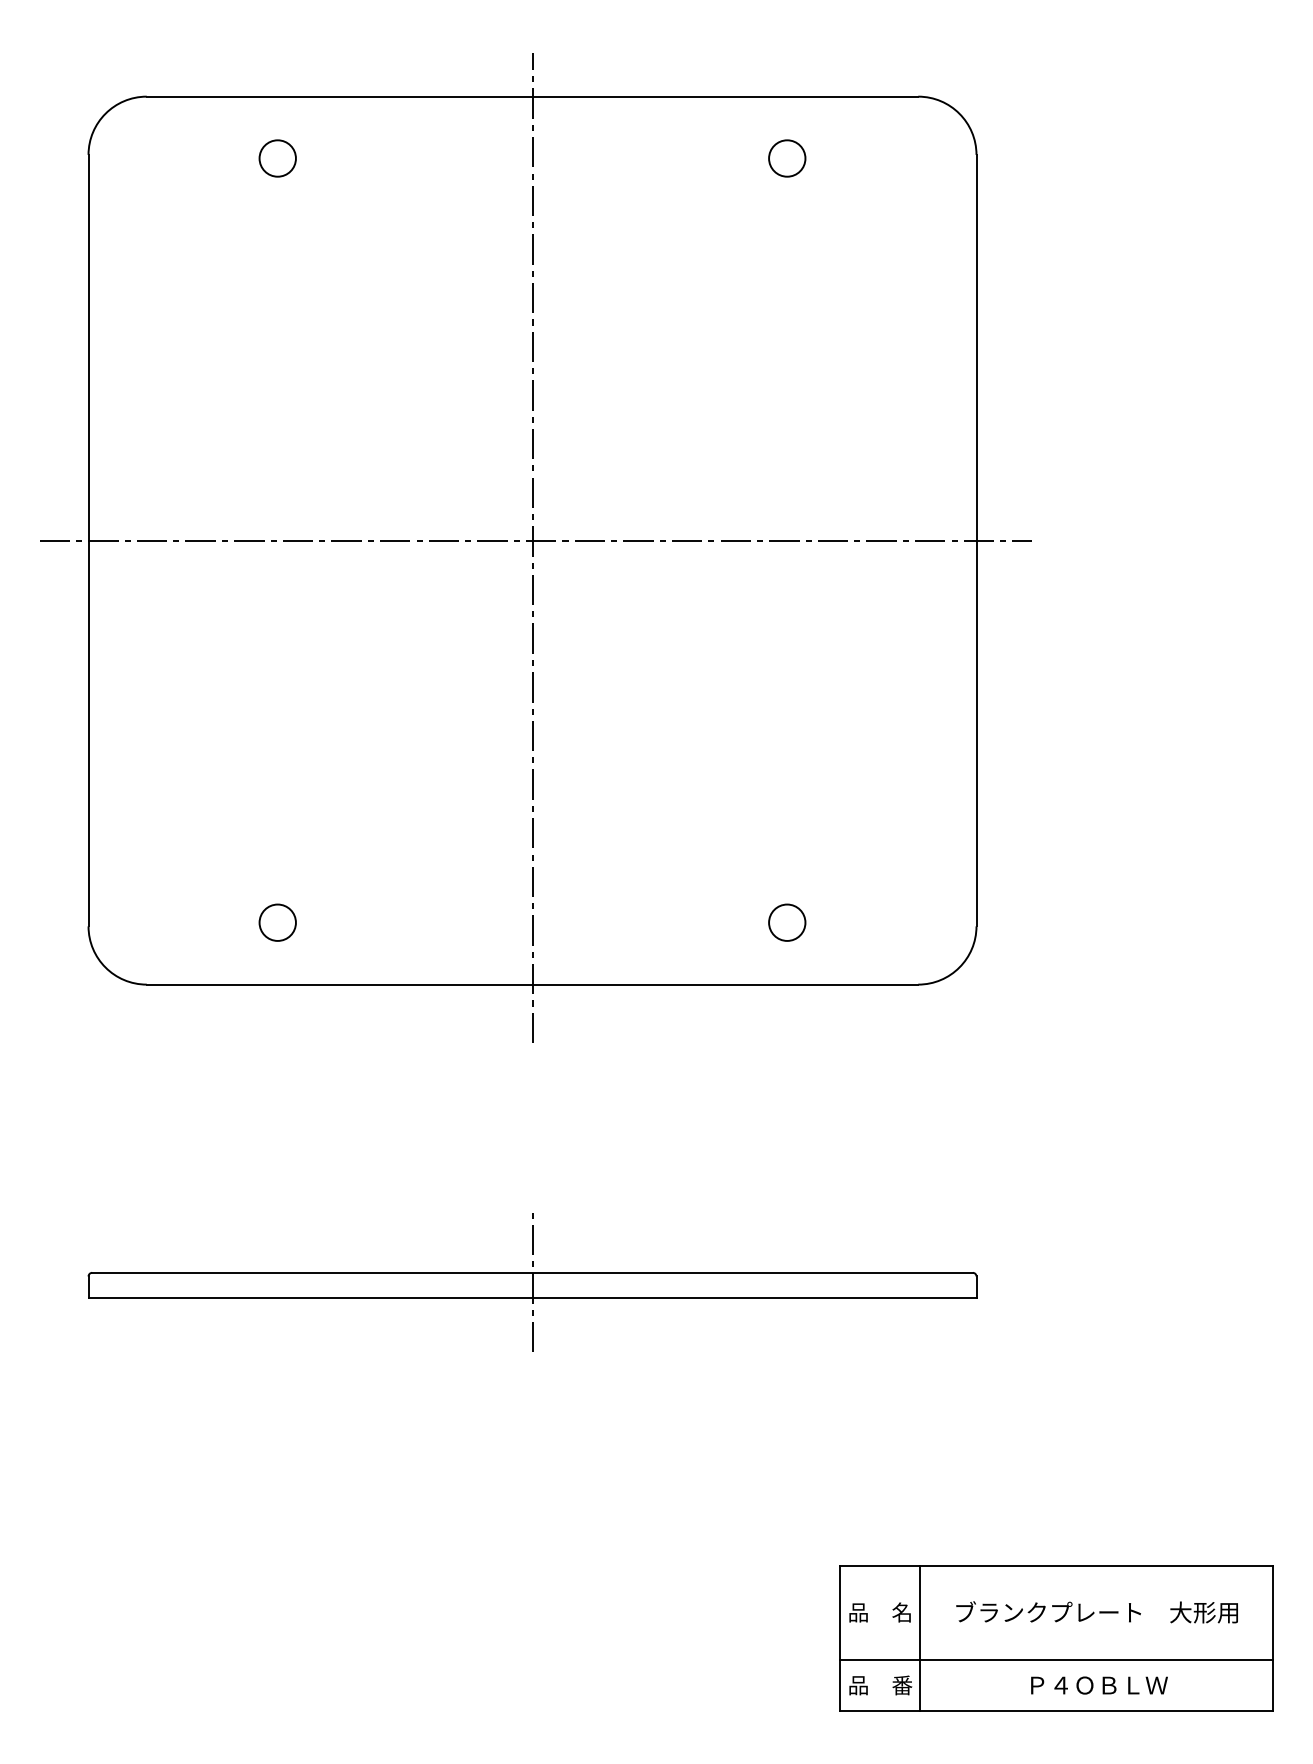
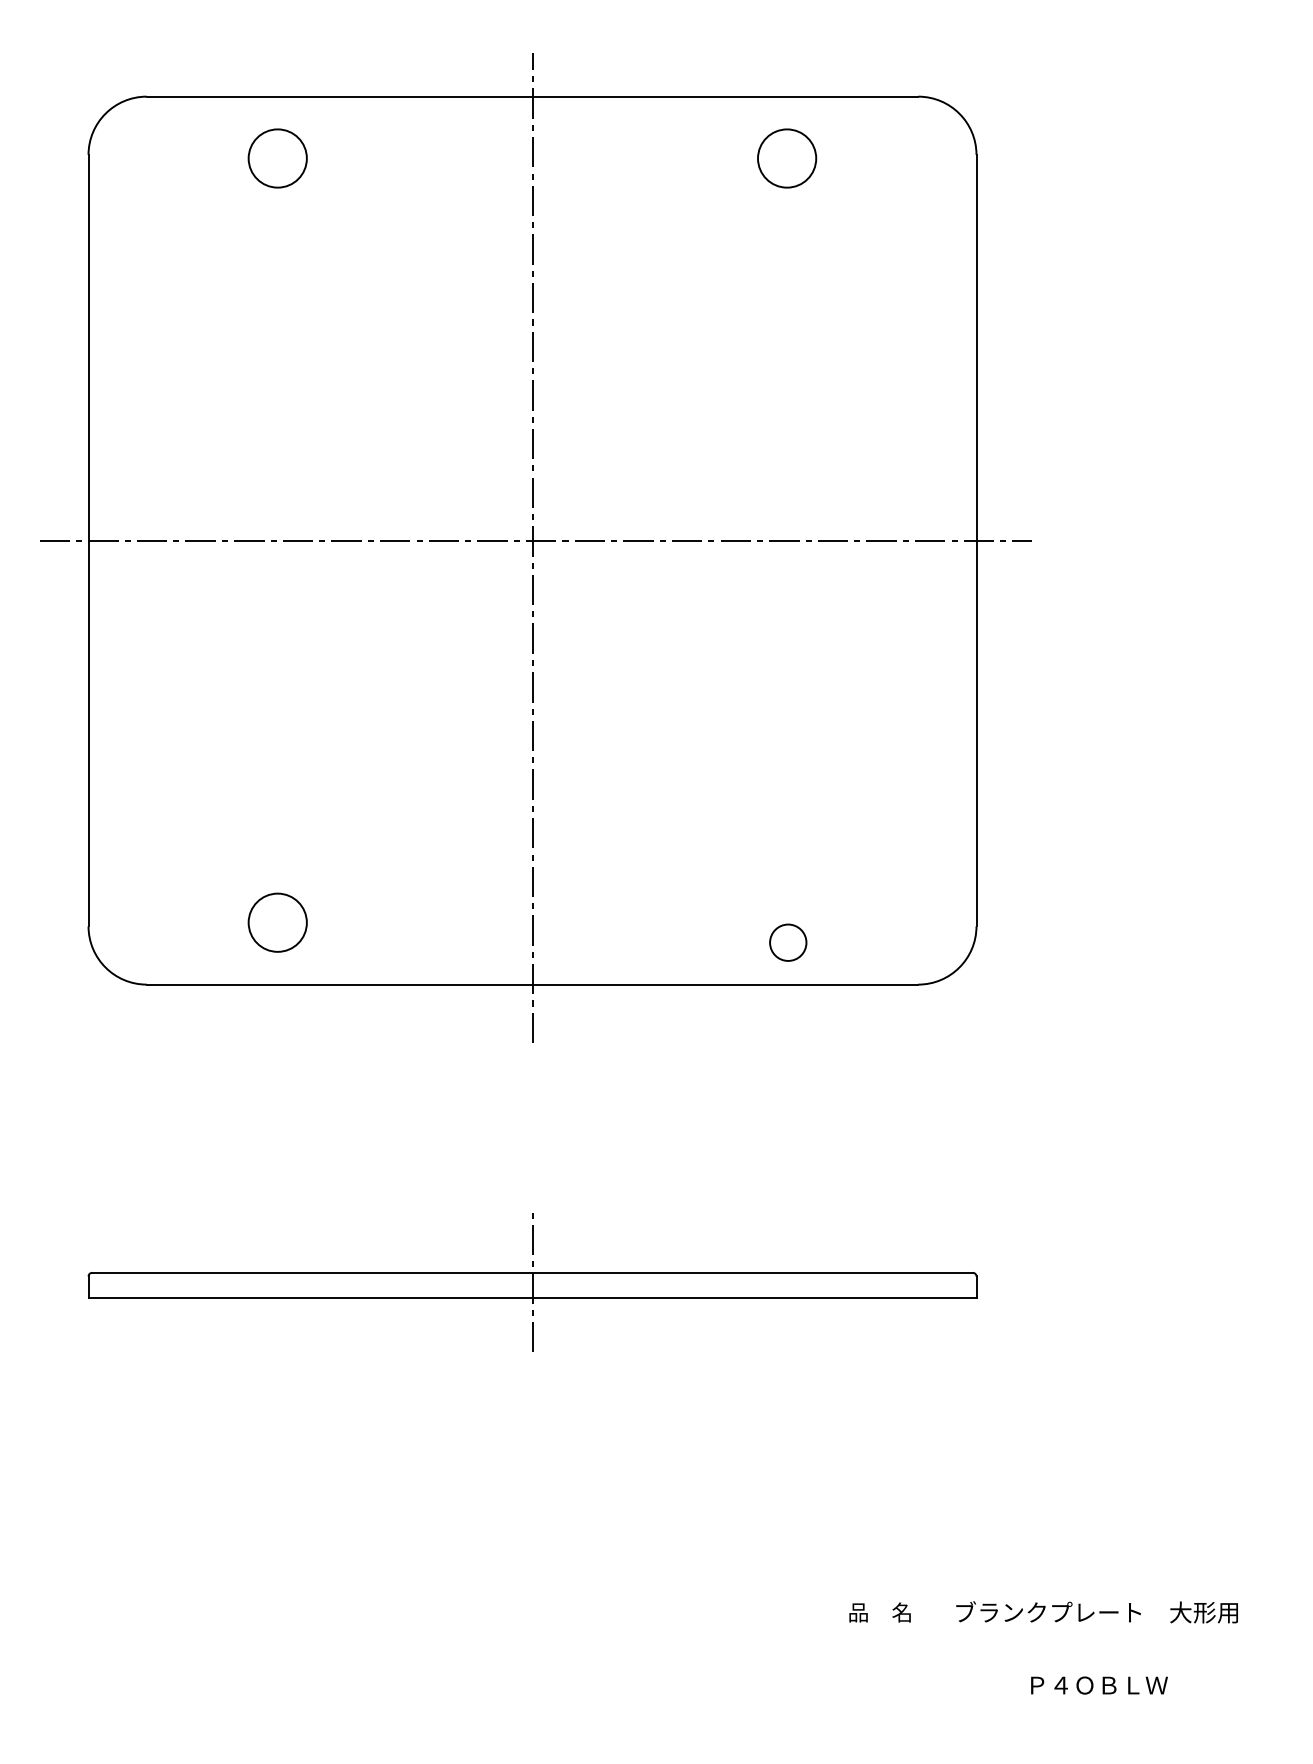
circle at (277, 158) diameter: 36 px -> 58 px
circle at (787, 158) size: 39x39 px -> 61x61 px
circle at (277, 922) diameter: 36 px -> 58 px
circle at (787, 922) position: (787, 922) -> (788, 942)
part at (1056, 1638): present -> none
